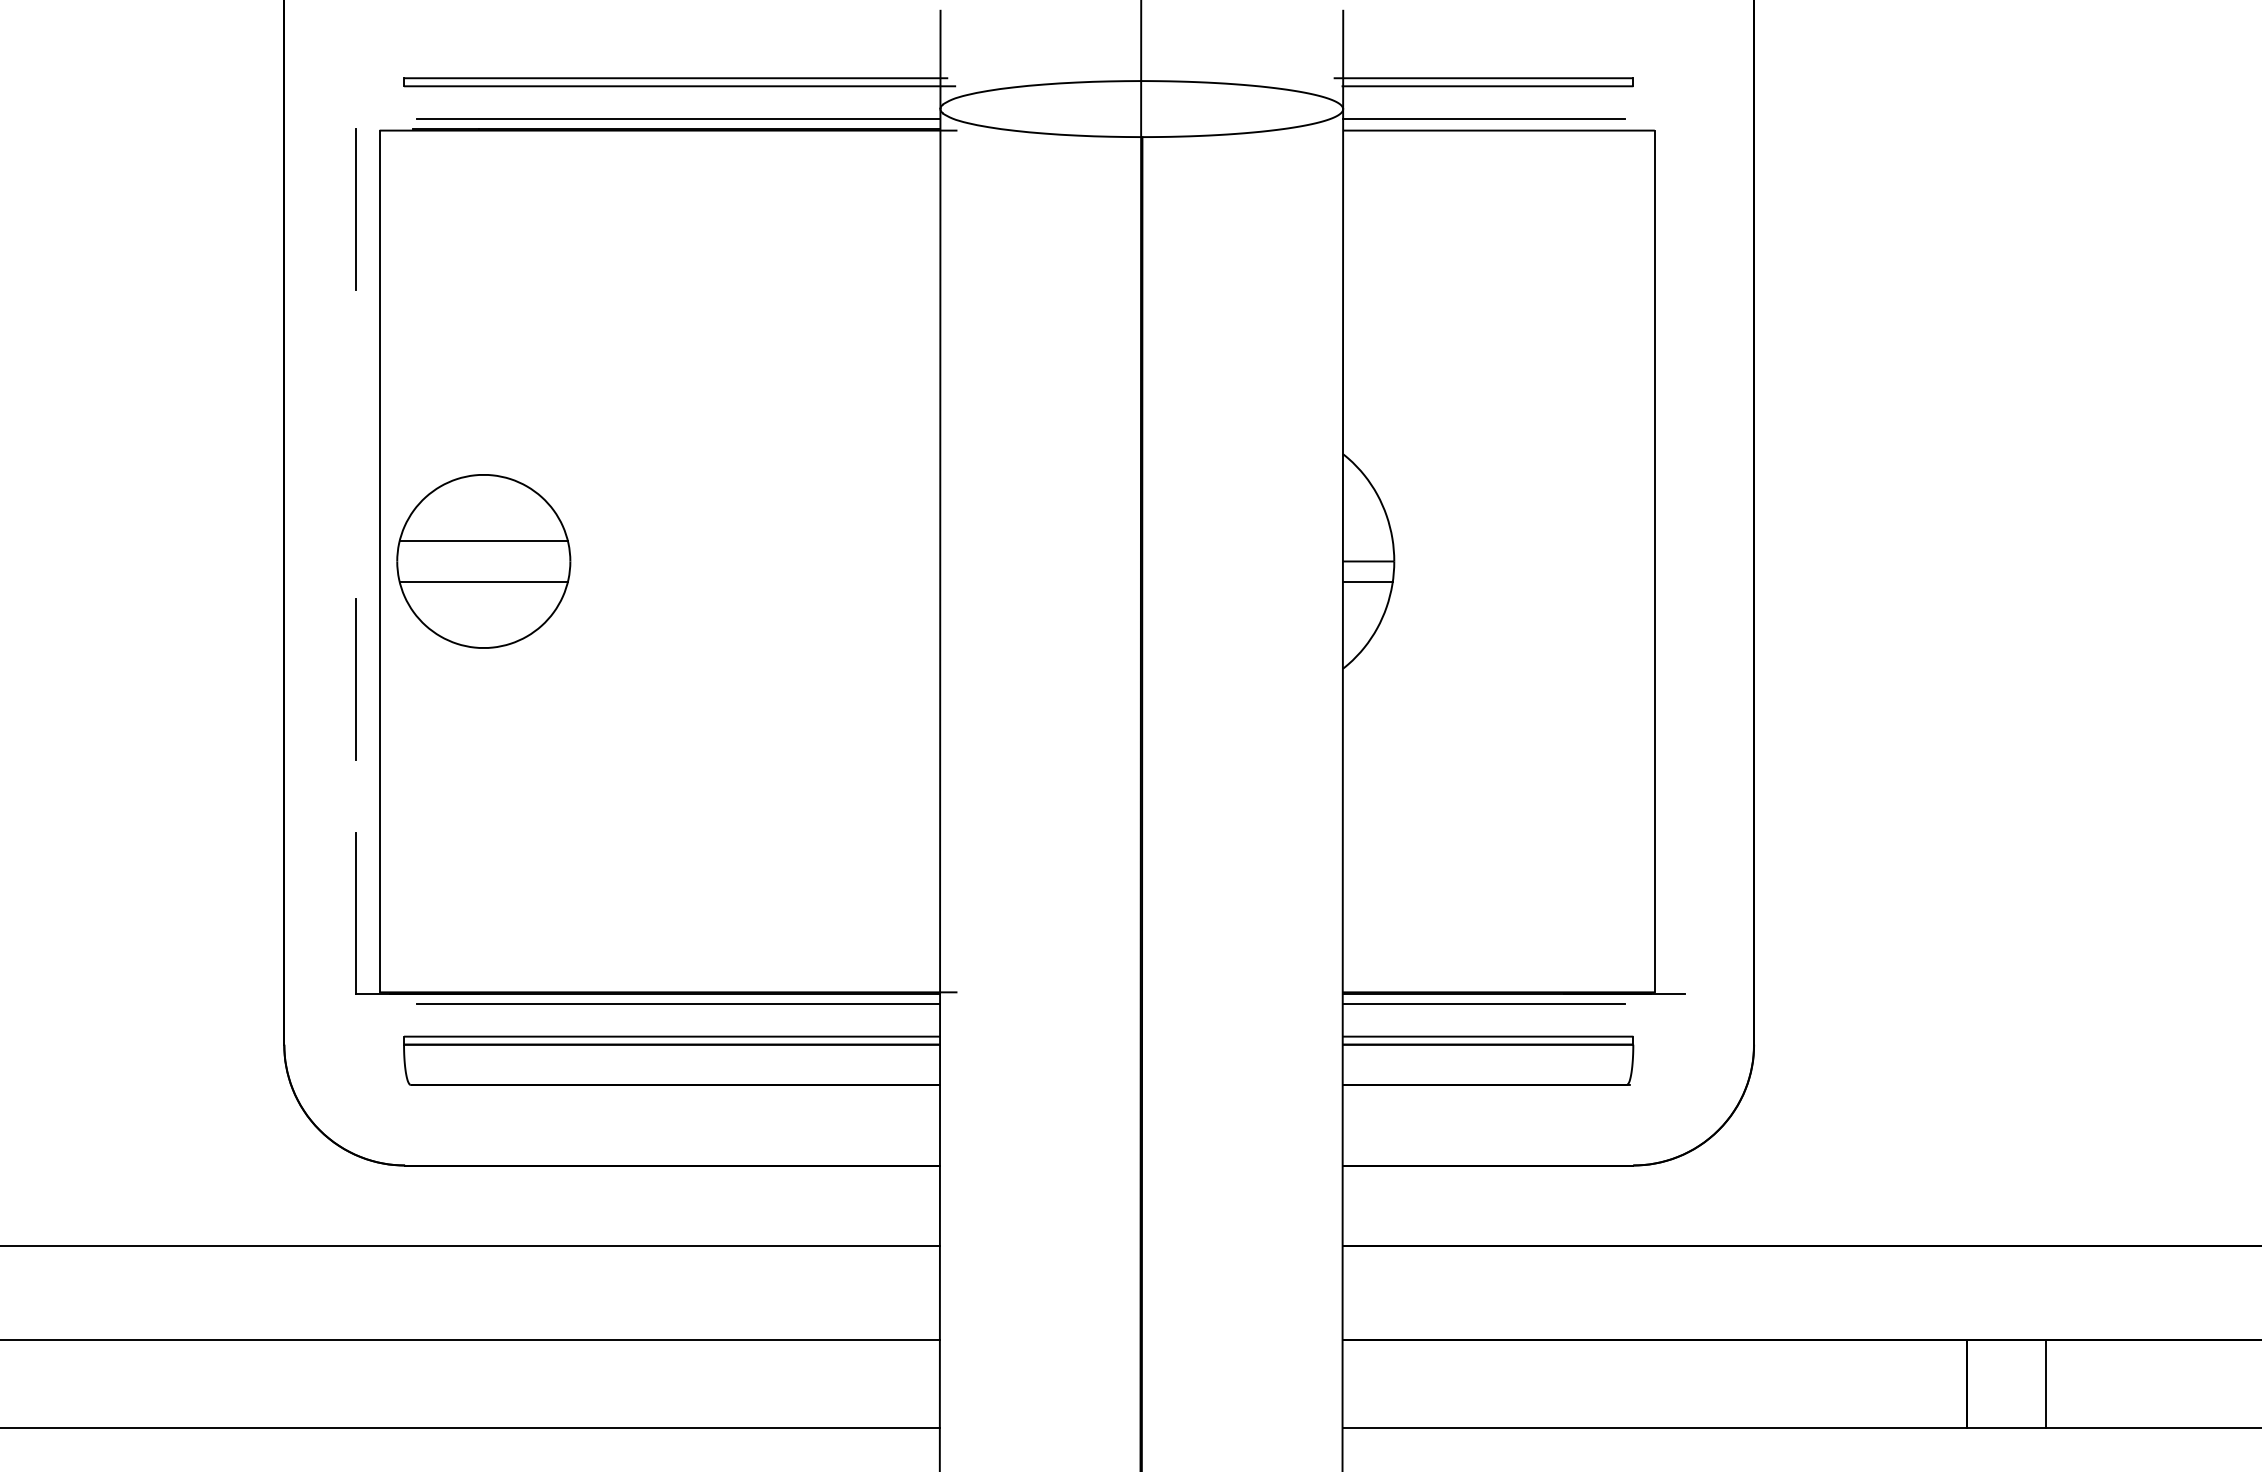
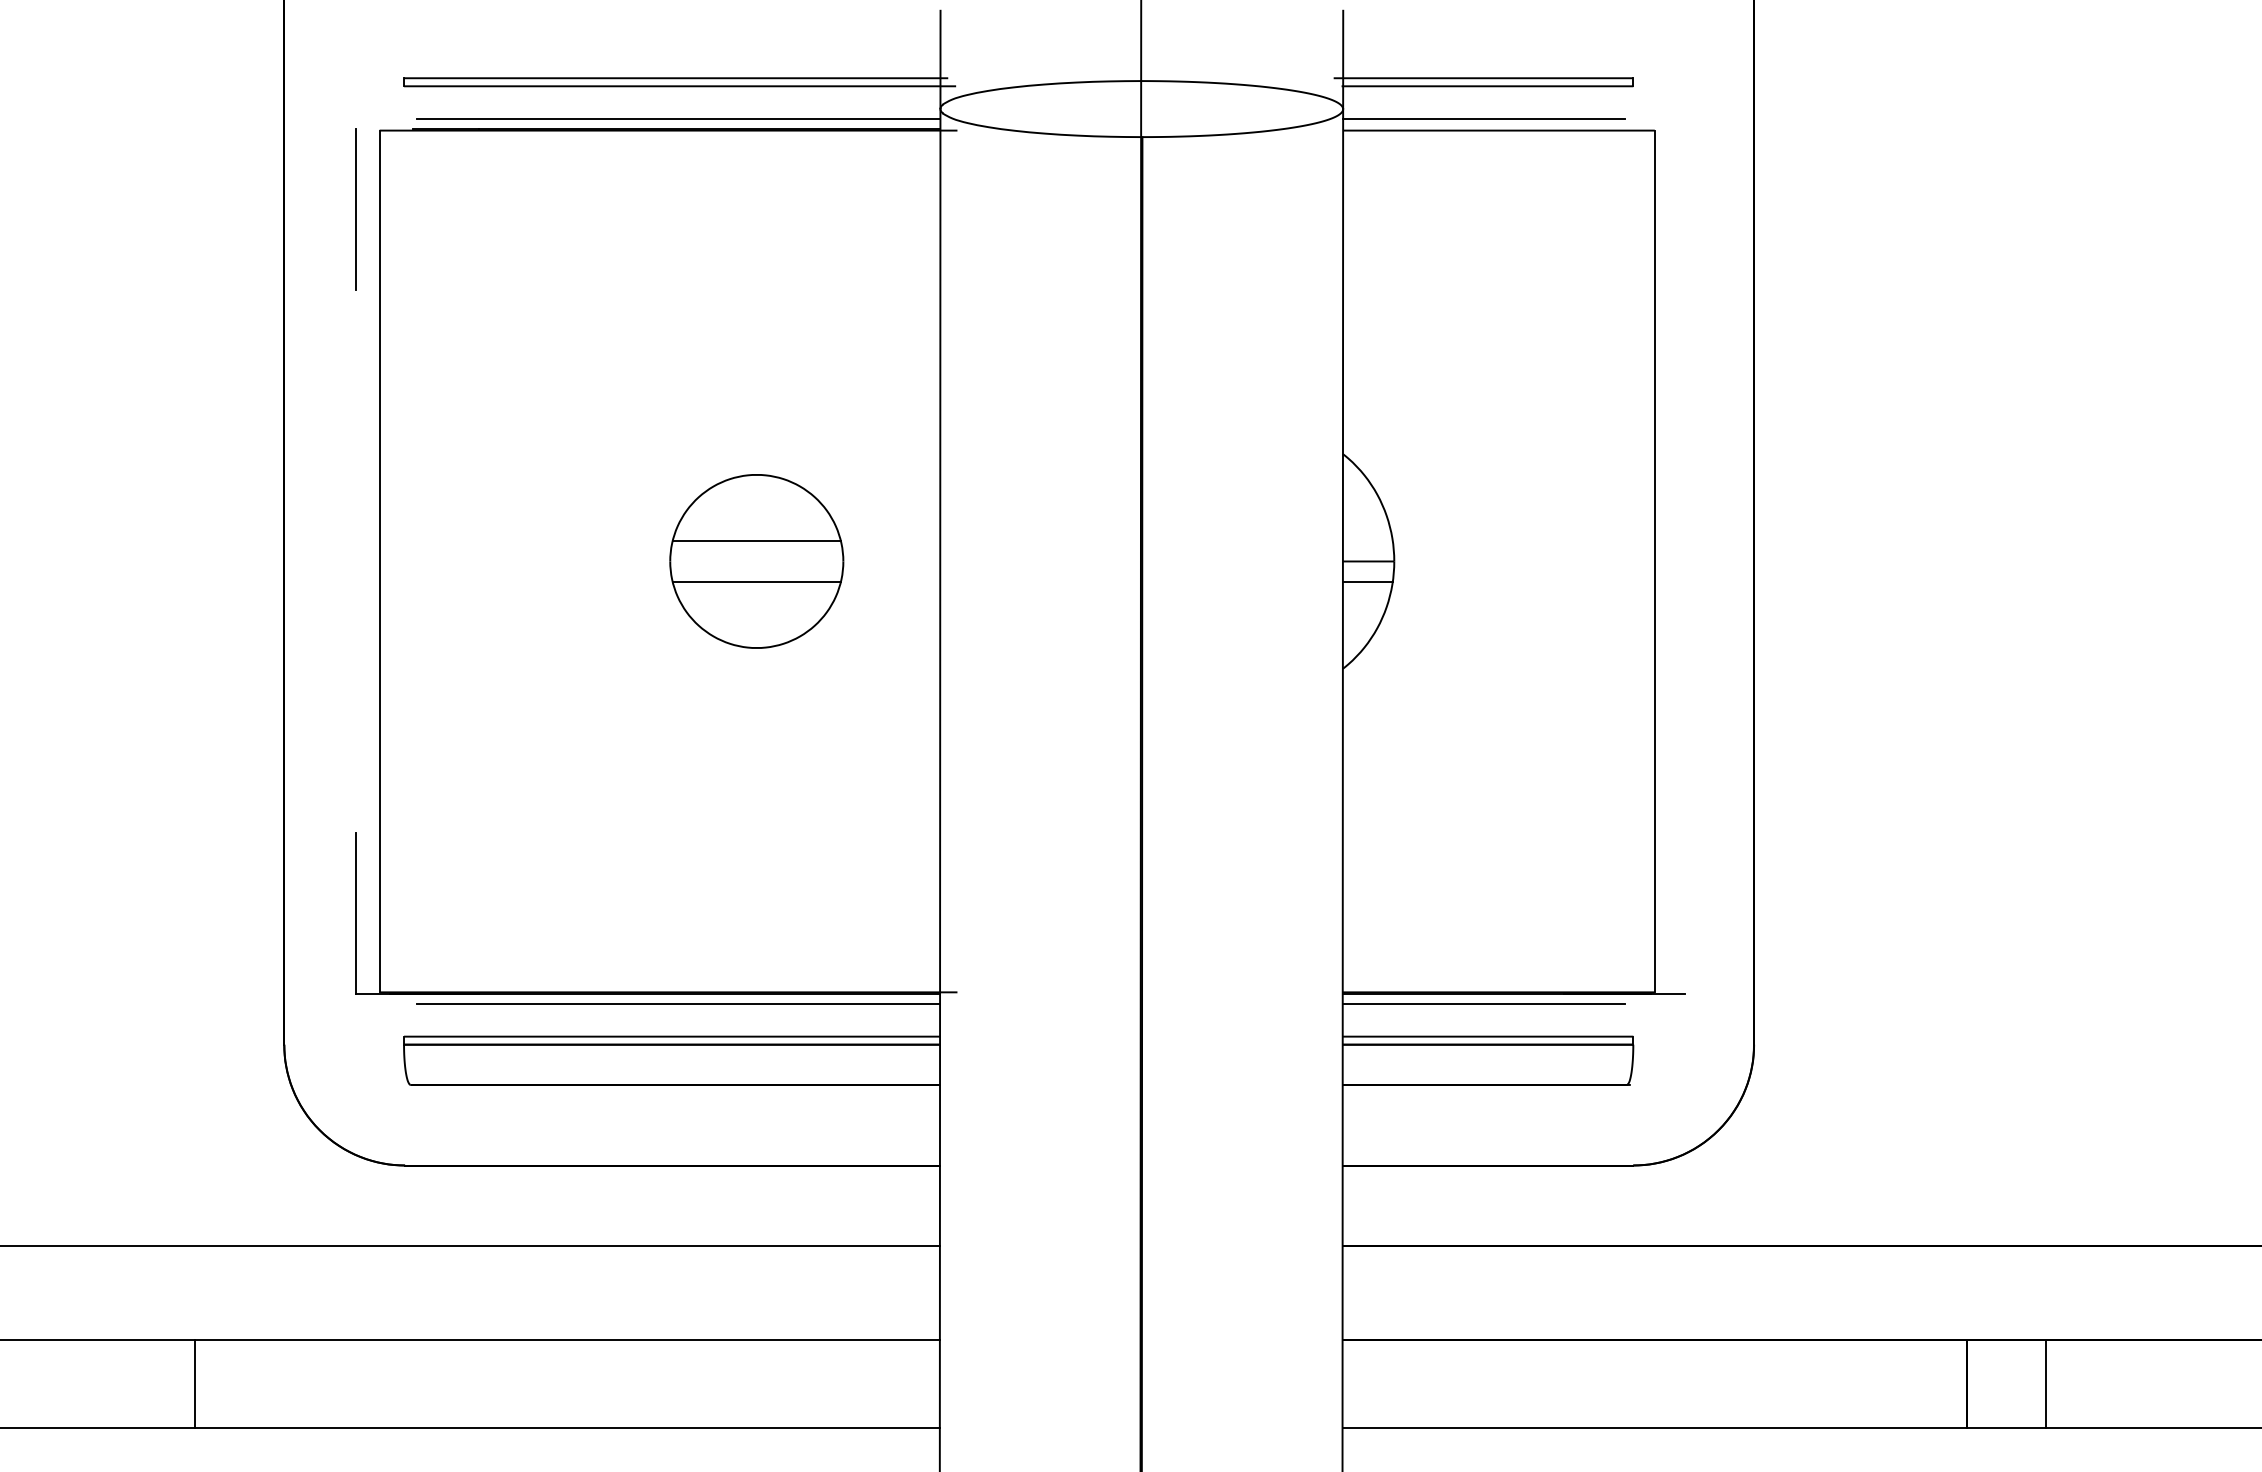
part at (483, 561) position: (483, 561) -> (756, 561)
line at (355, 679): present -> none
line at (195, 1383): none -> present
